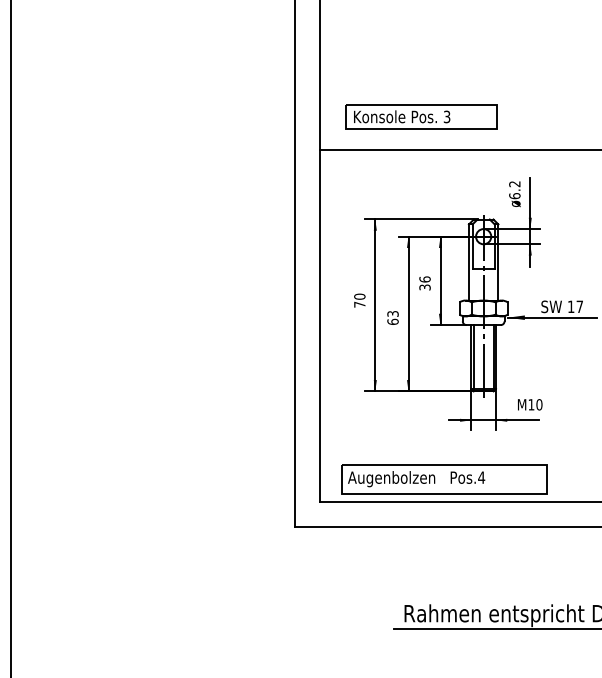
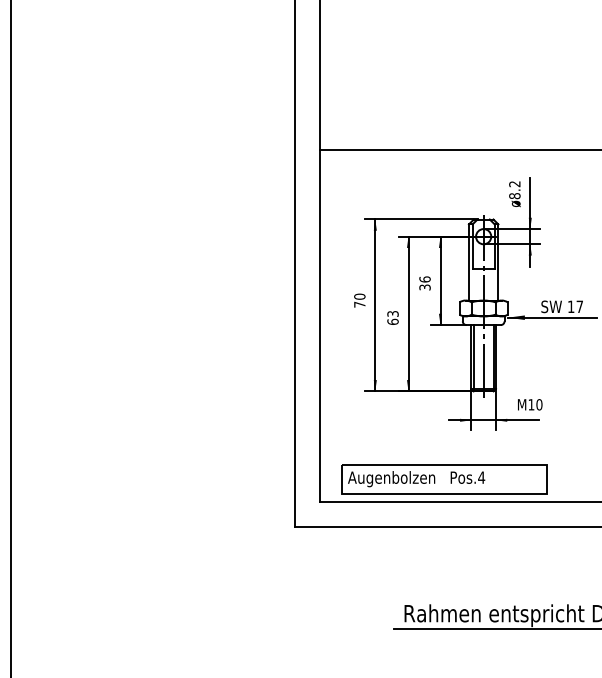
part at (421, 116): present -> none
text at (514, 196): 6.2 -> 8.2
